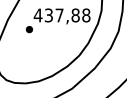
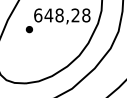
text at (56, 15): 437,88 -> 648,28
